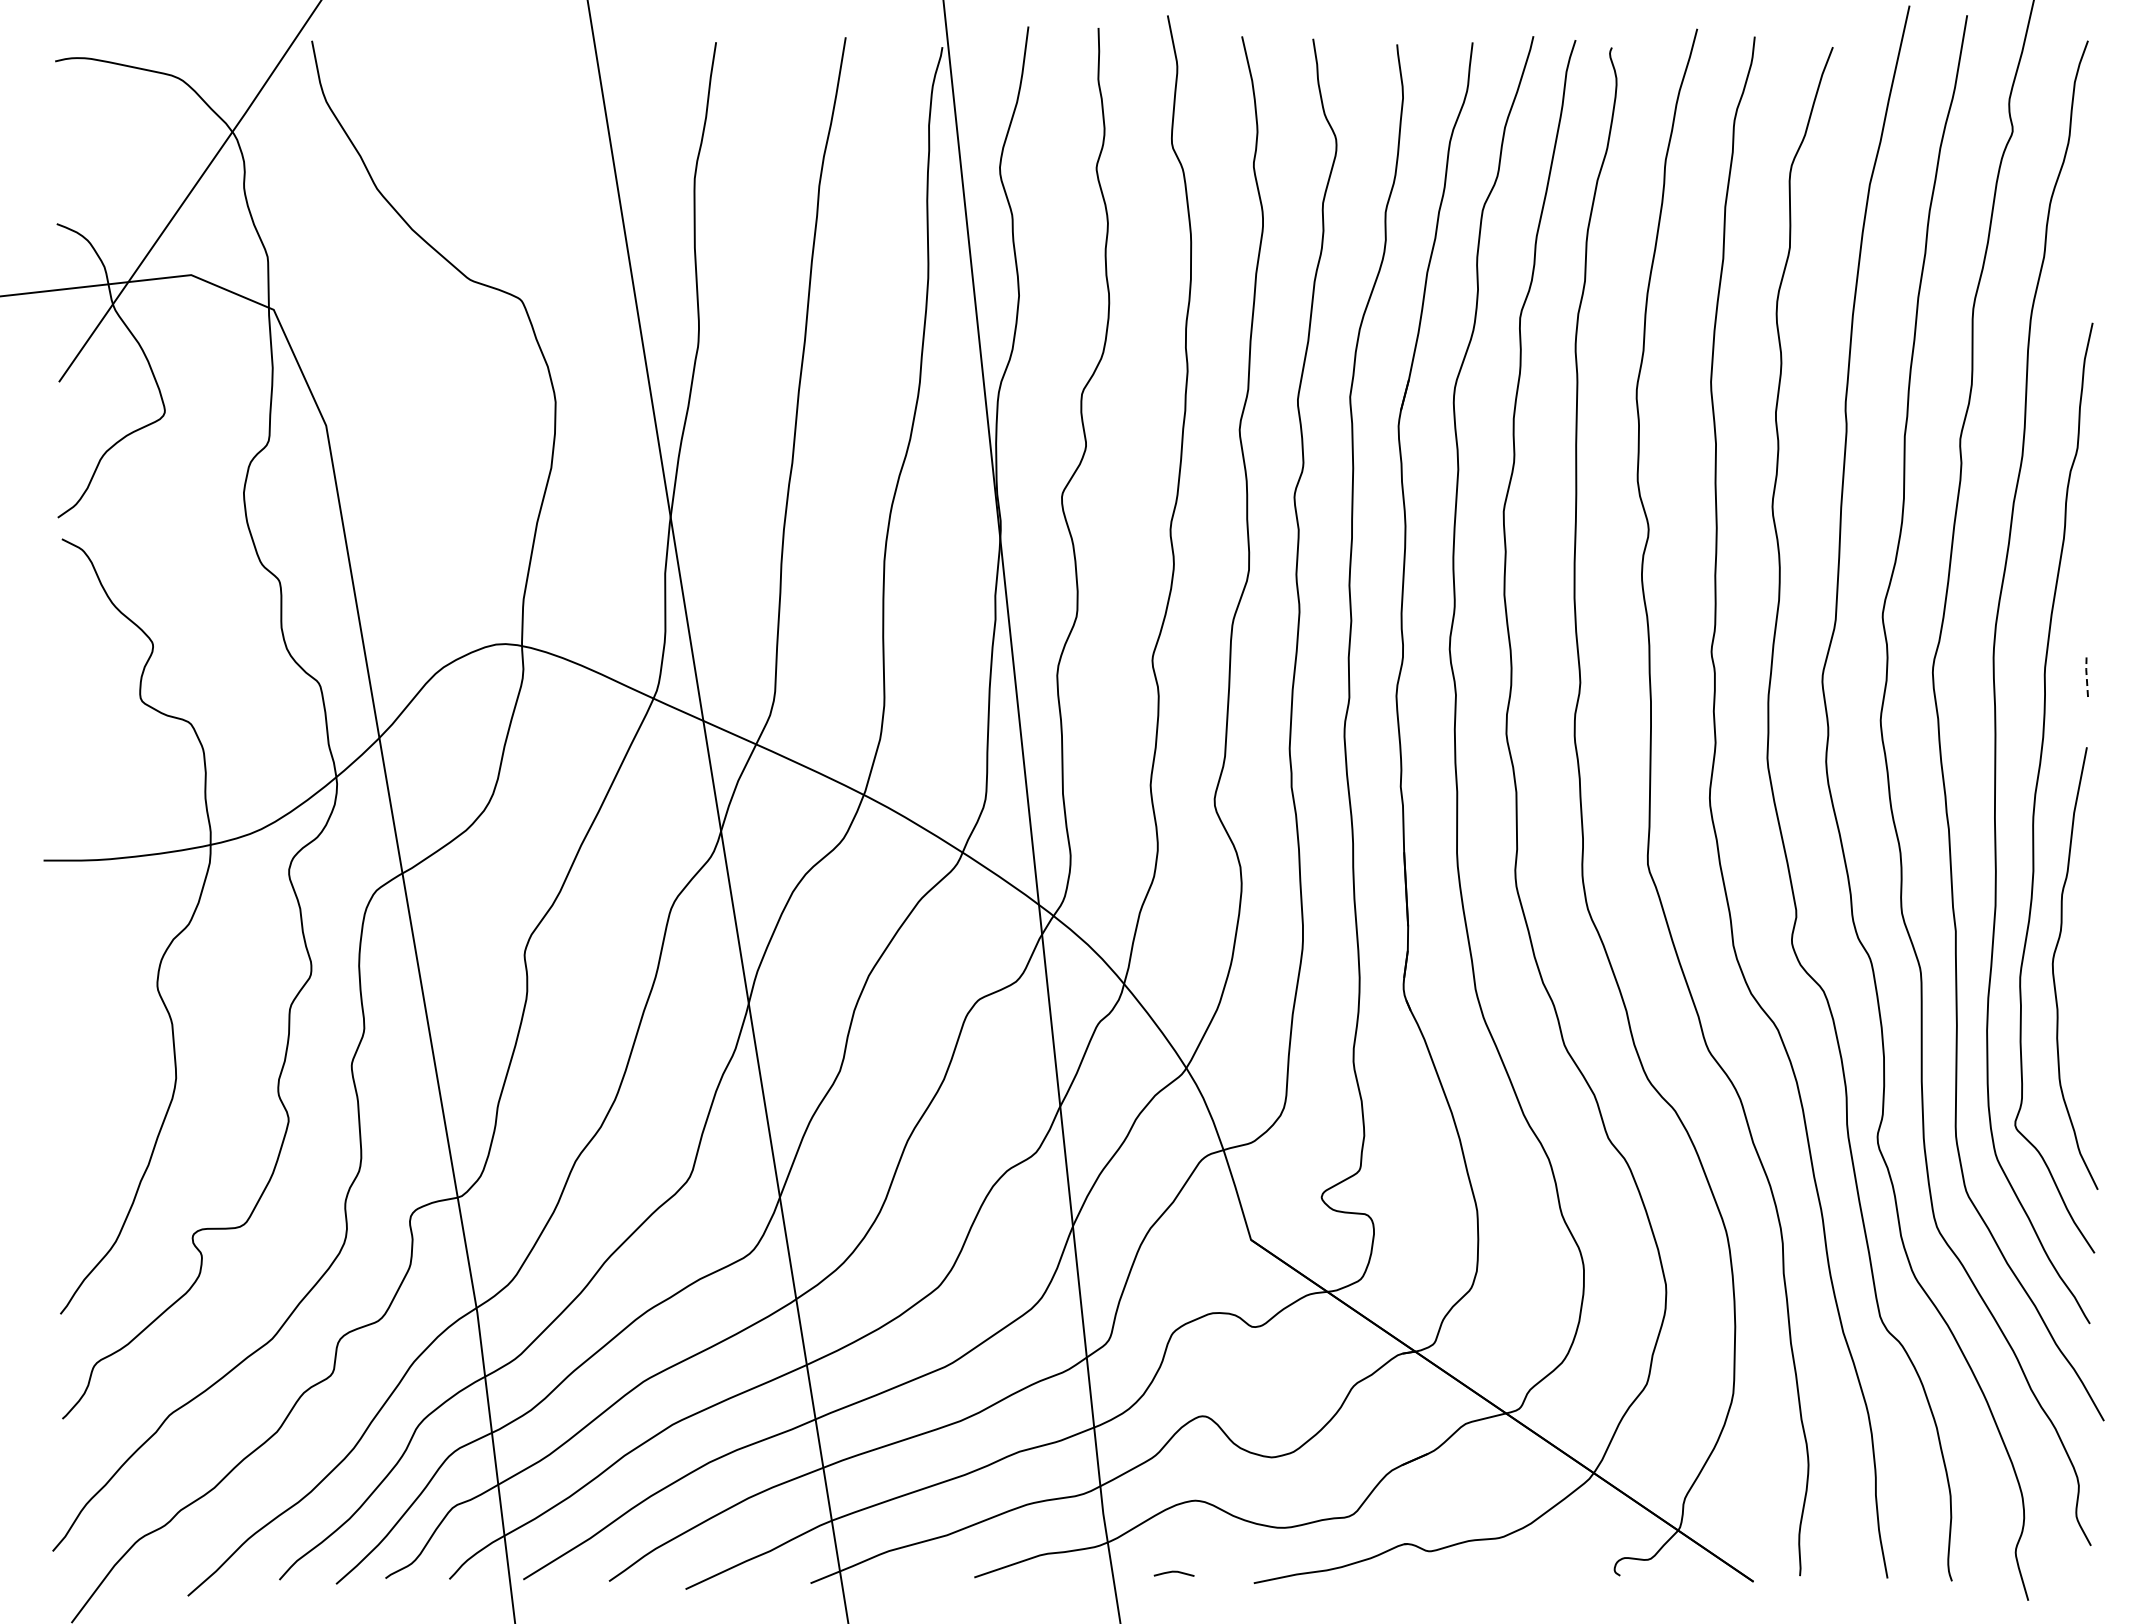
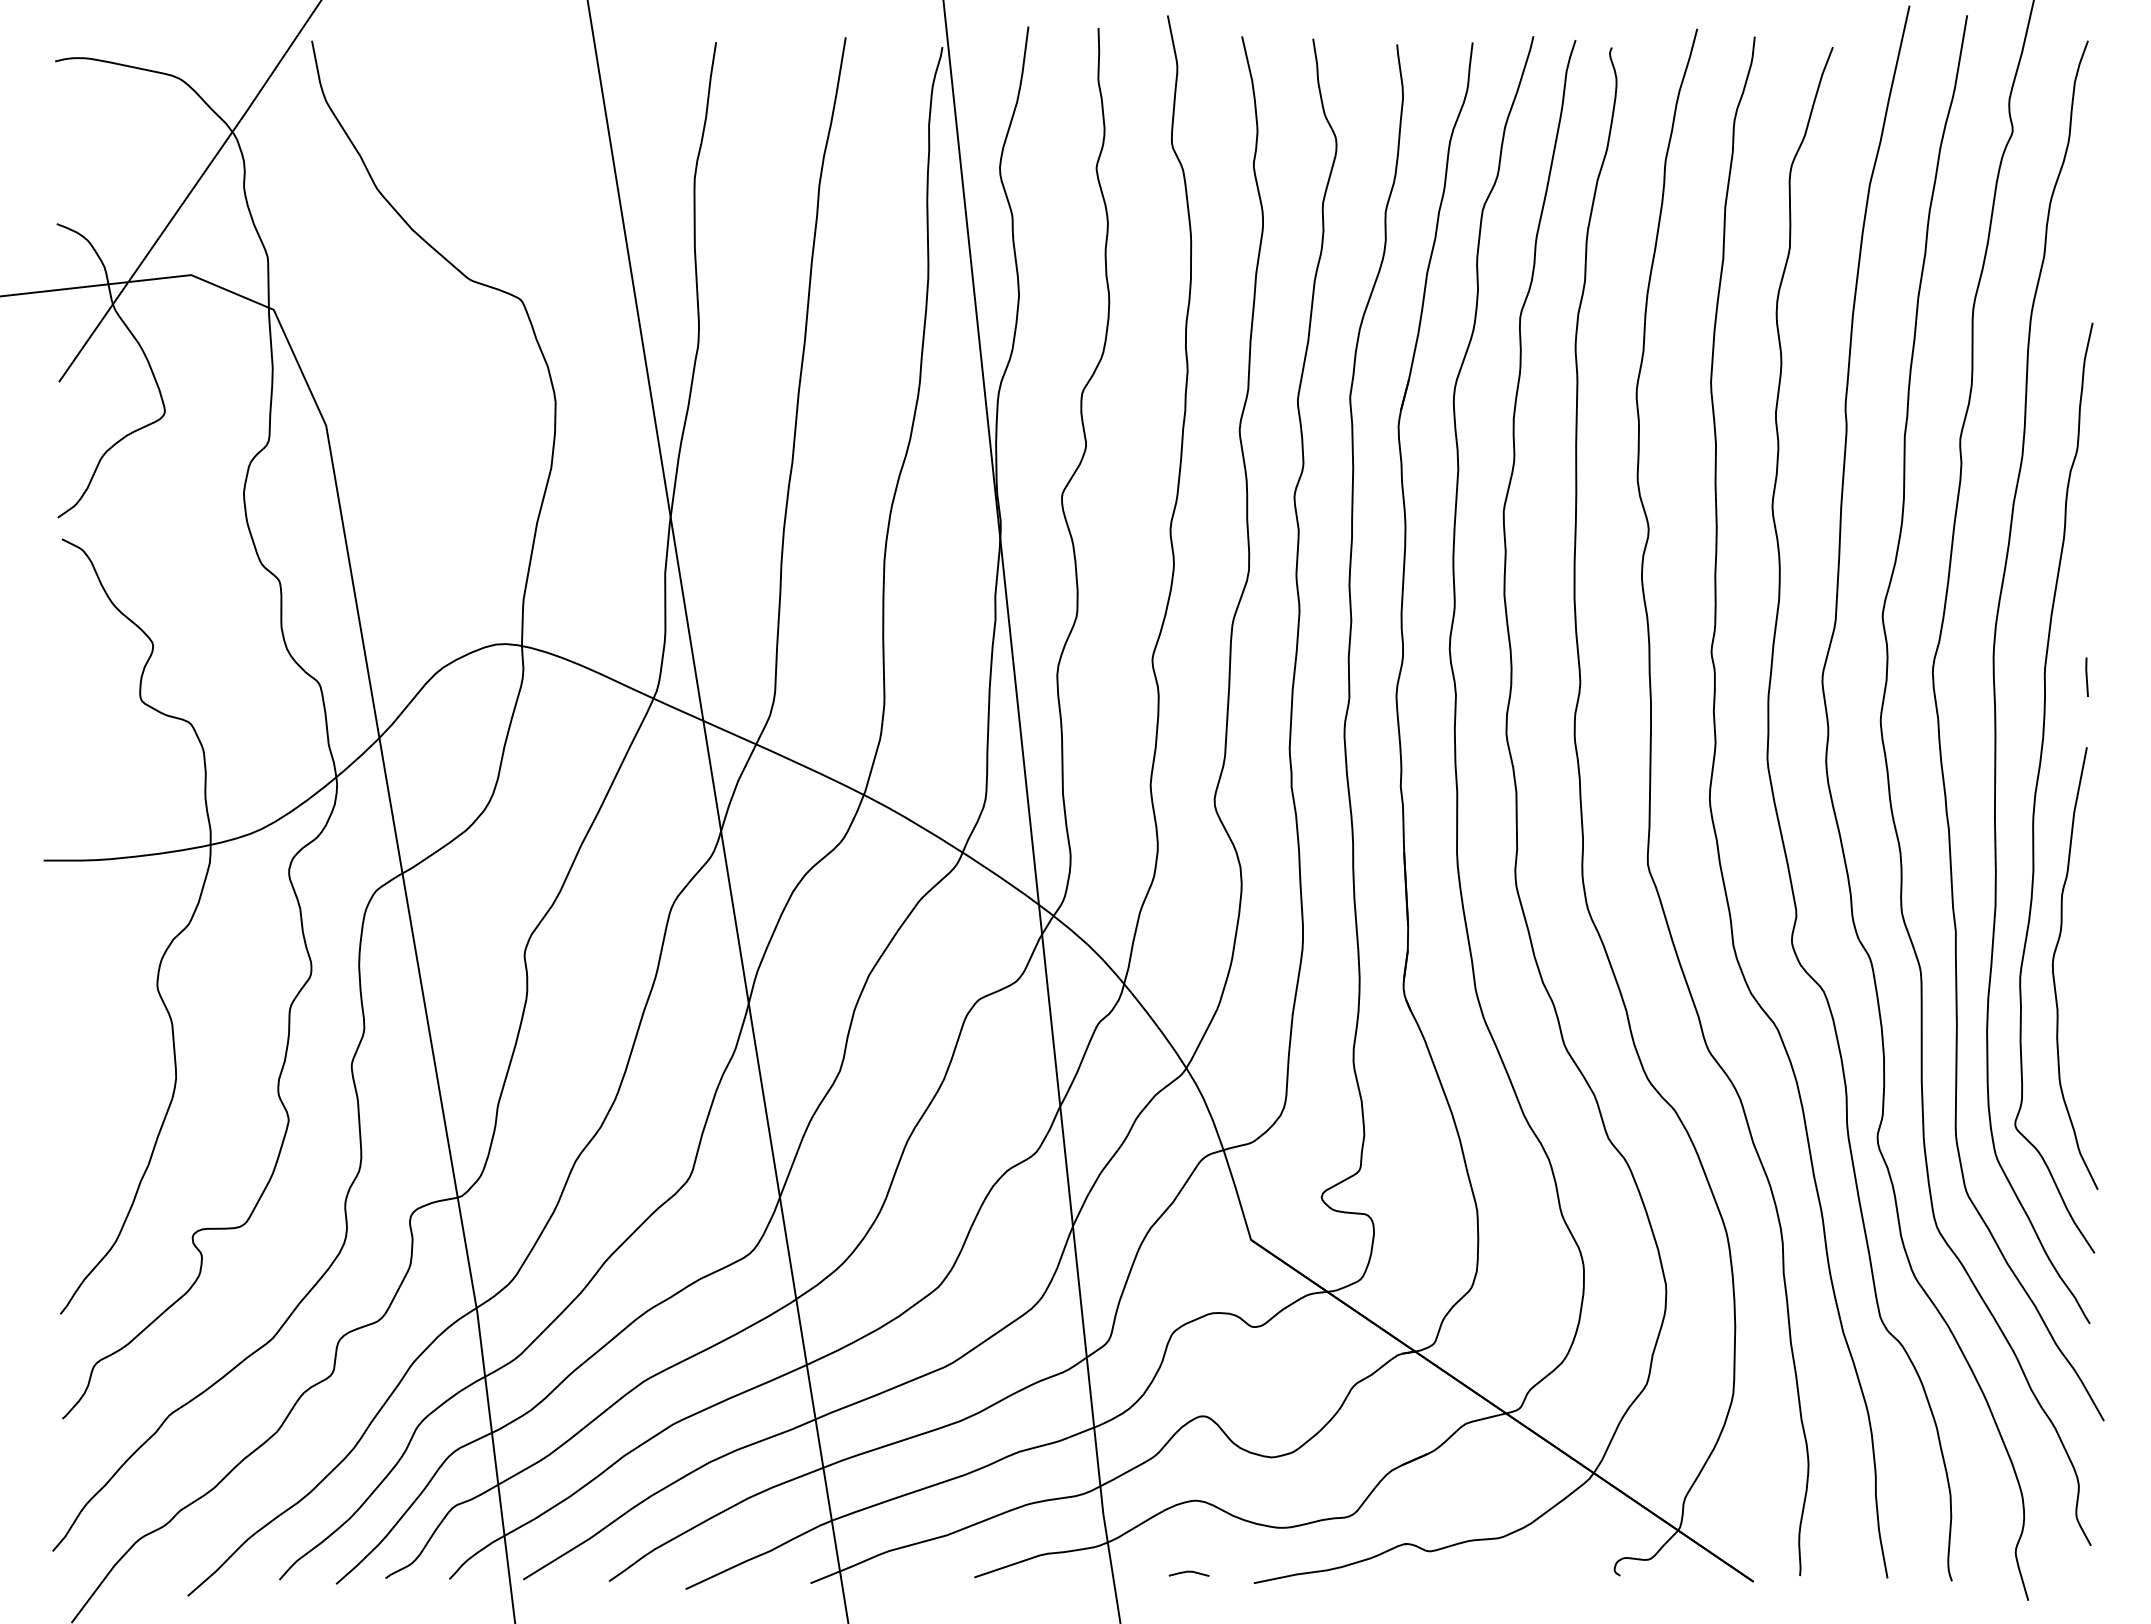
line at (2086, 676): dashed -> solid
line at (1173, 1572) position: (1173, 1572) -> (1188, 1572)
